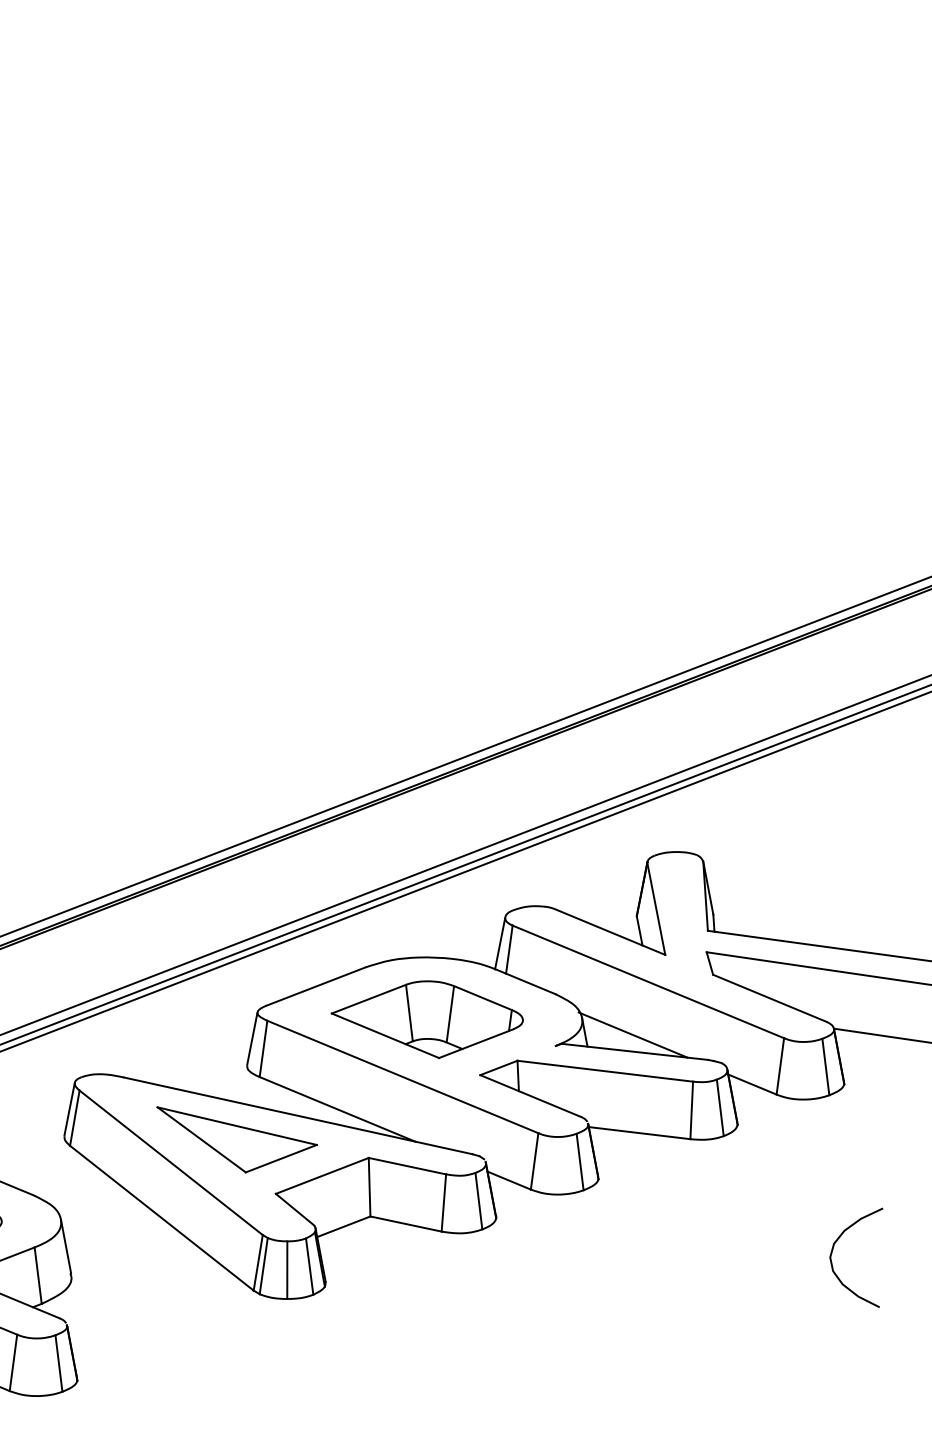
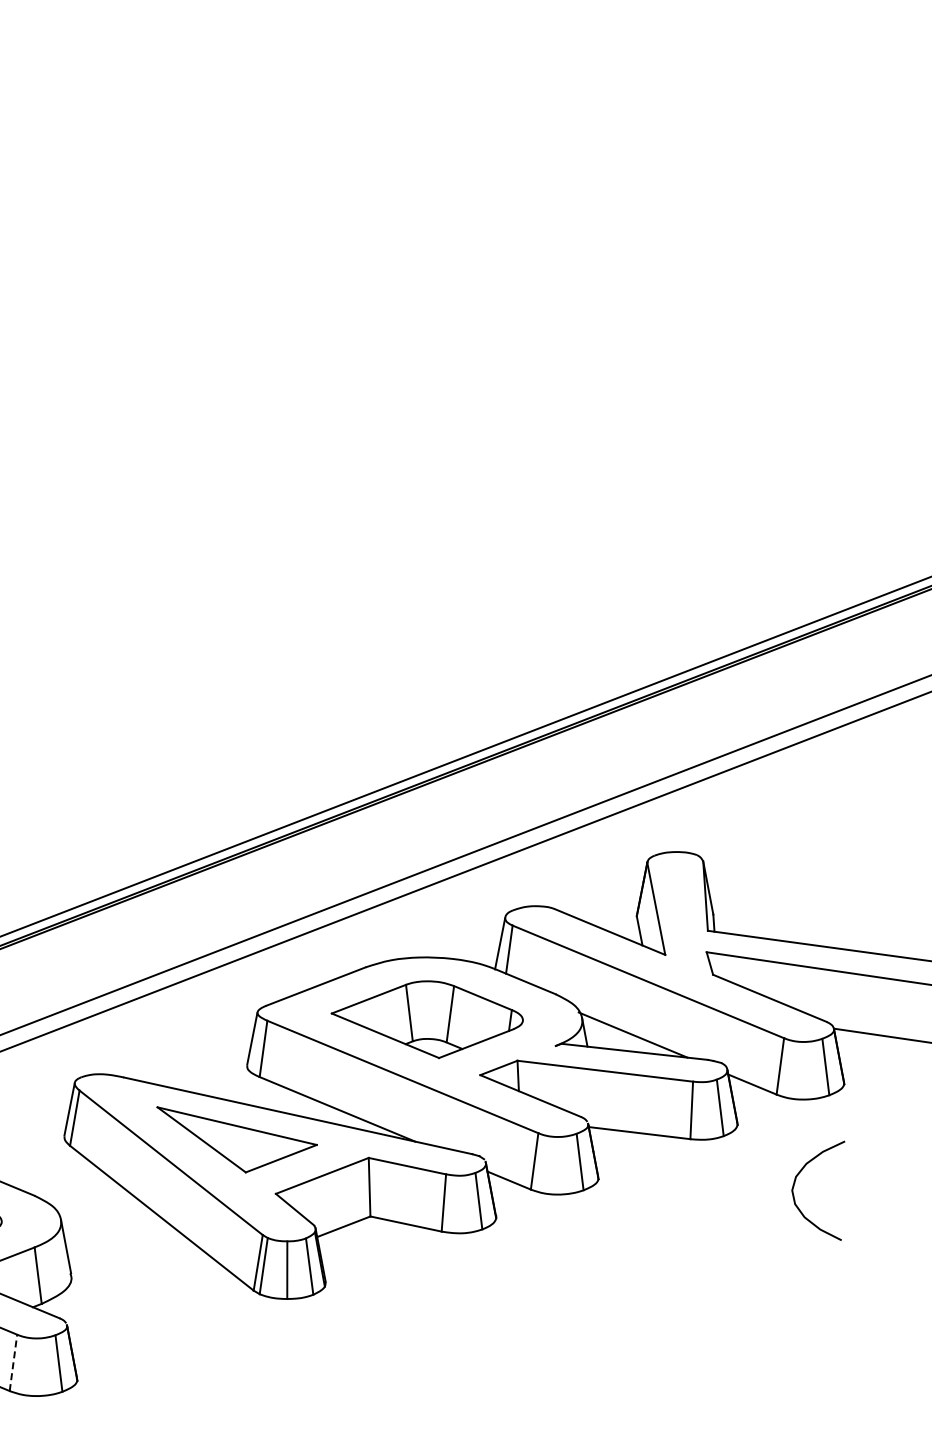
line at (465, 864): present -> none
curve at (833, 1250) position: (833, 1250) -> (795, 1183)
line at (13, 1362): solid -> dashed
